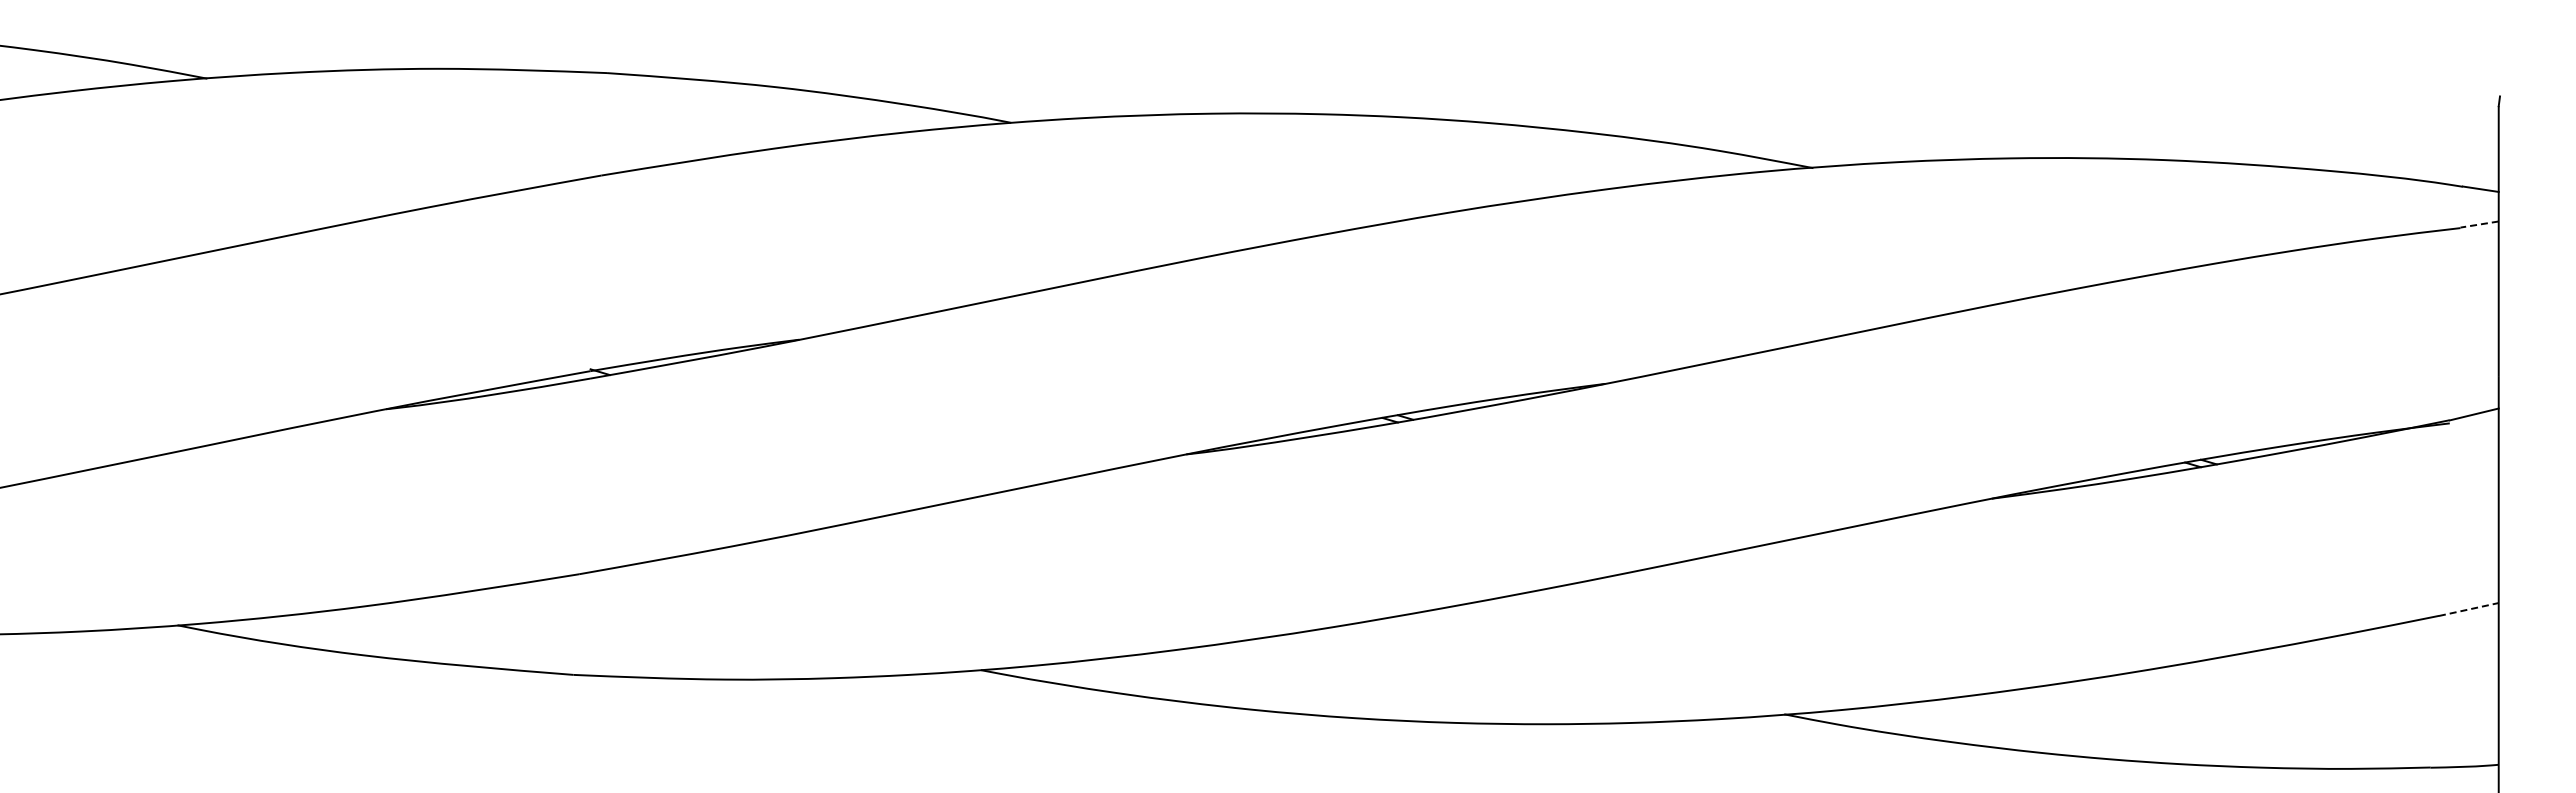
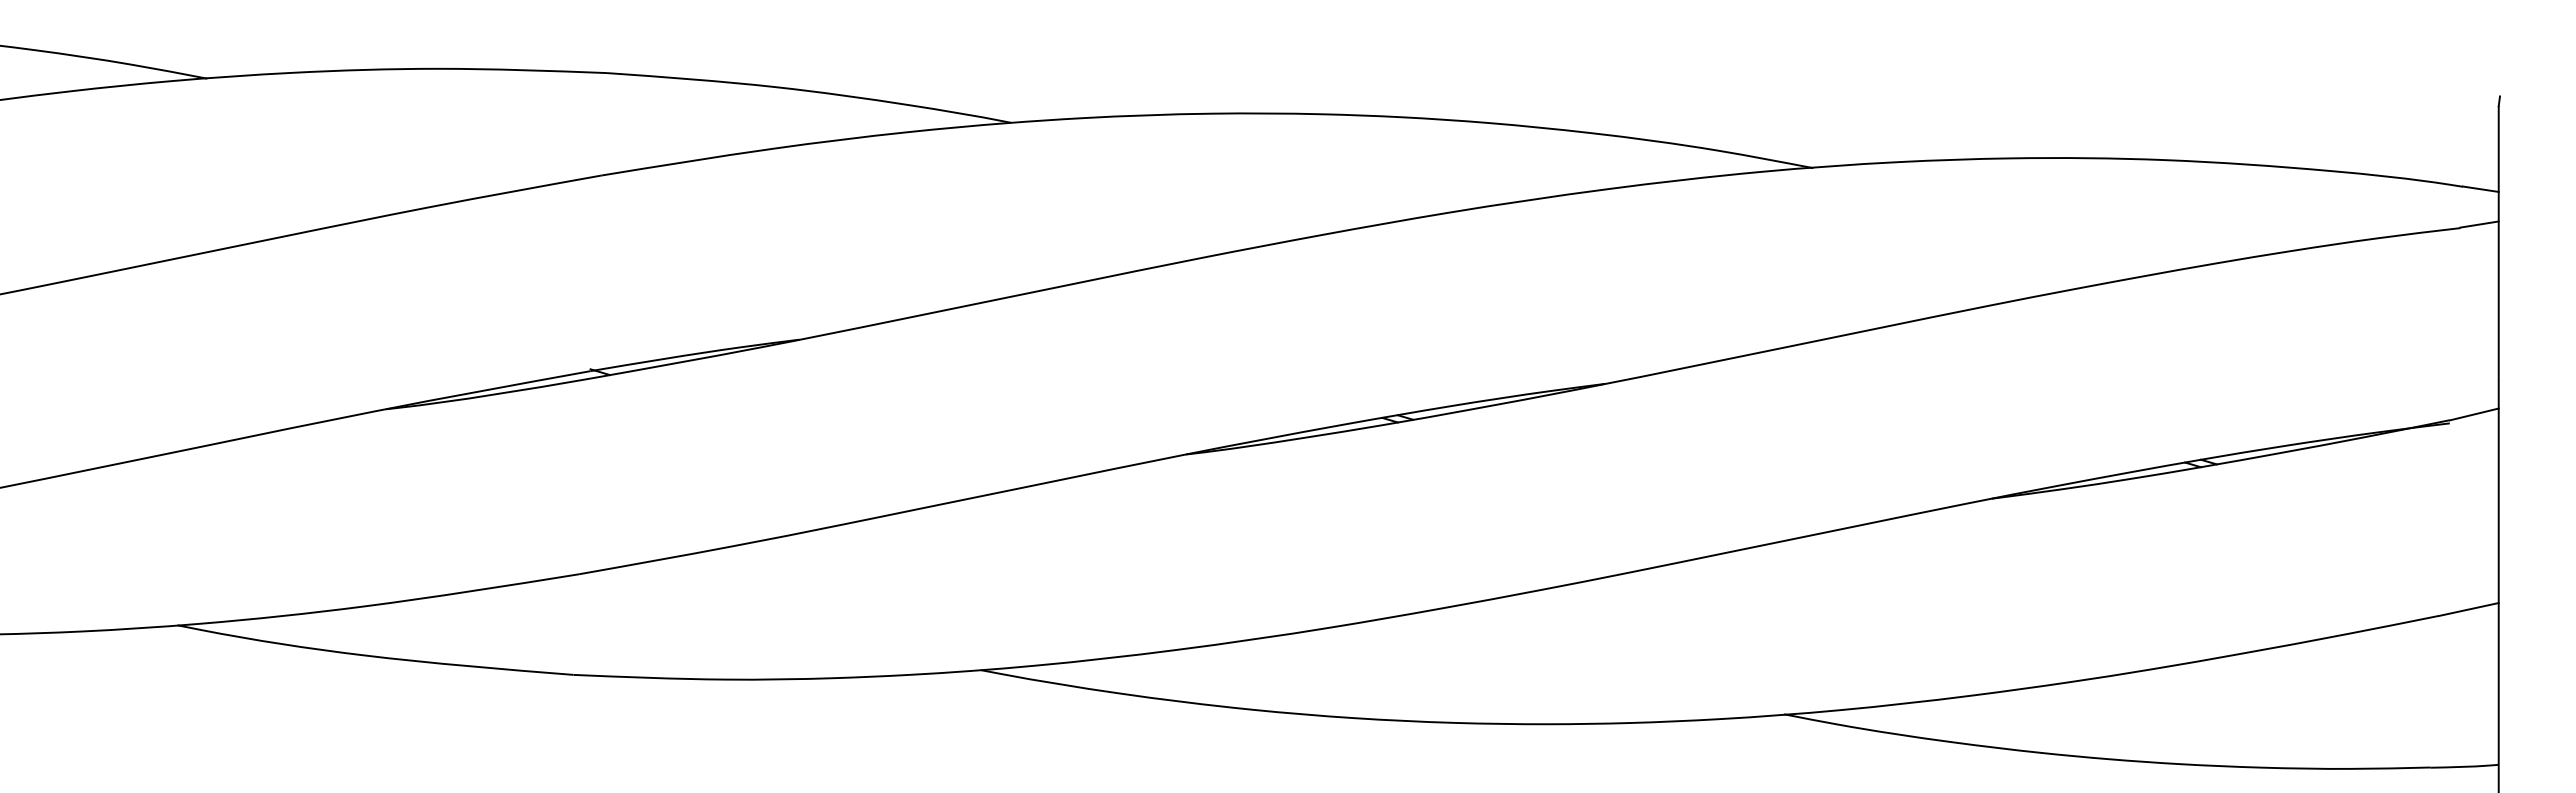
line at (2479, 224): dashed -> solid
line at (2468, 609): dashed -> solid
